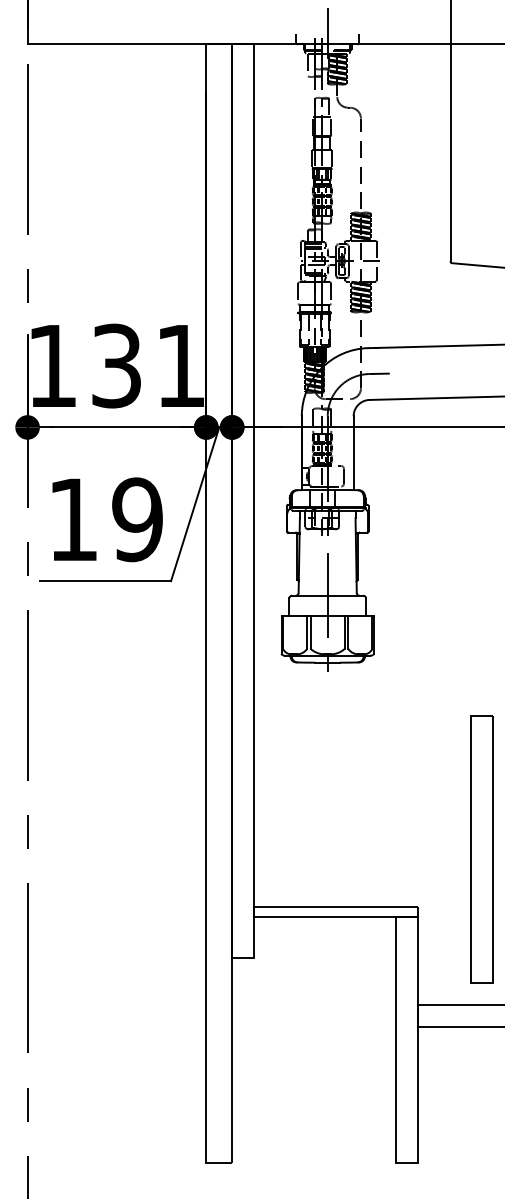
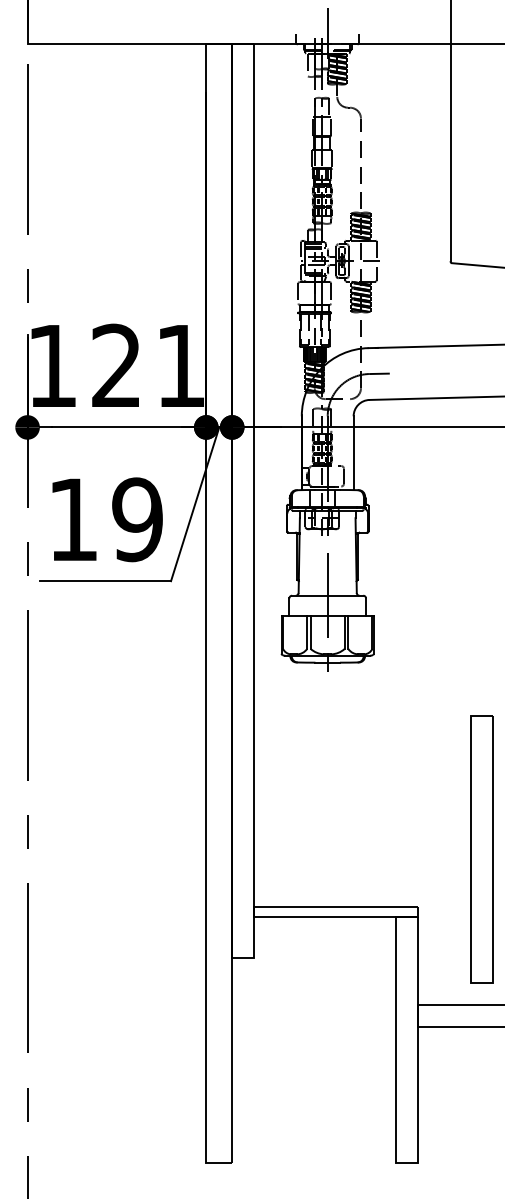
text at (116, 365): 131 -> 121
